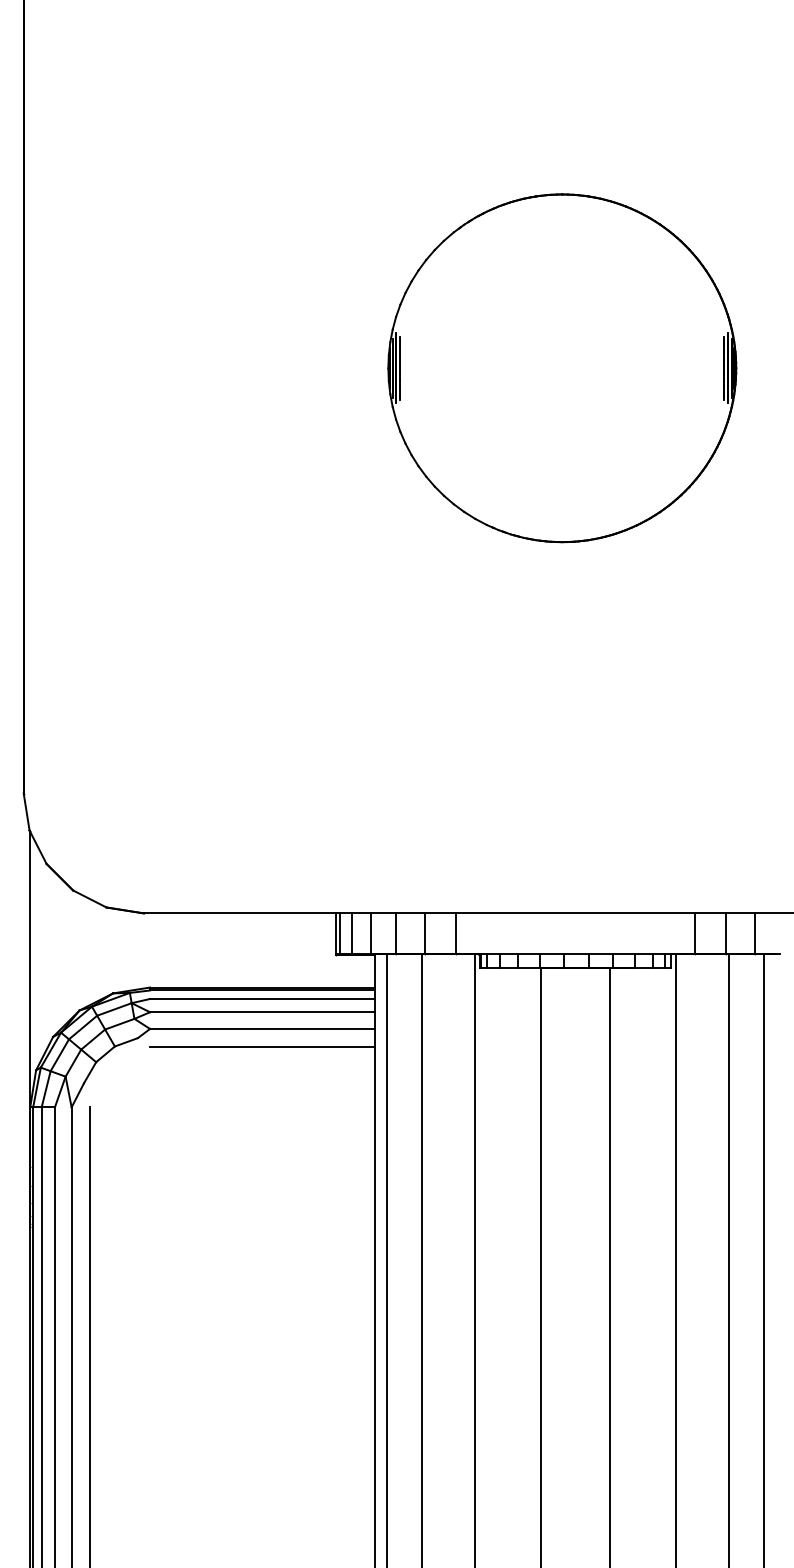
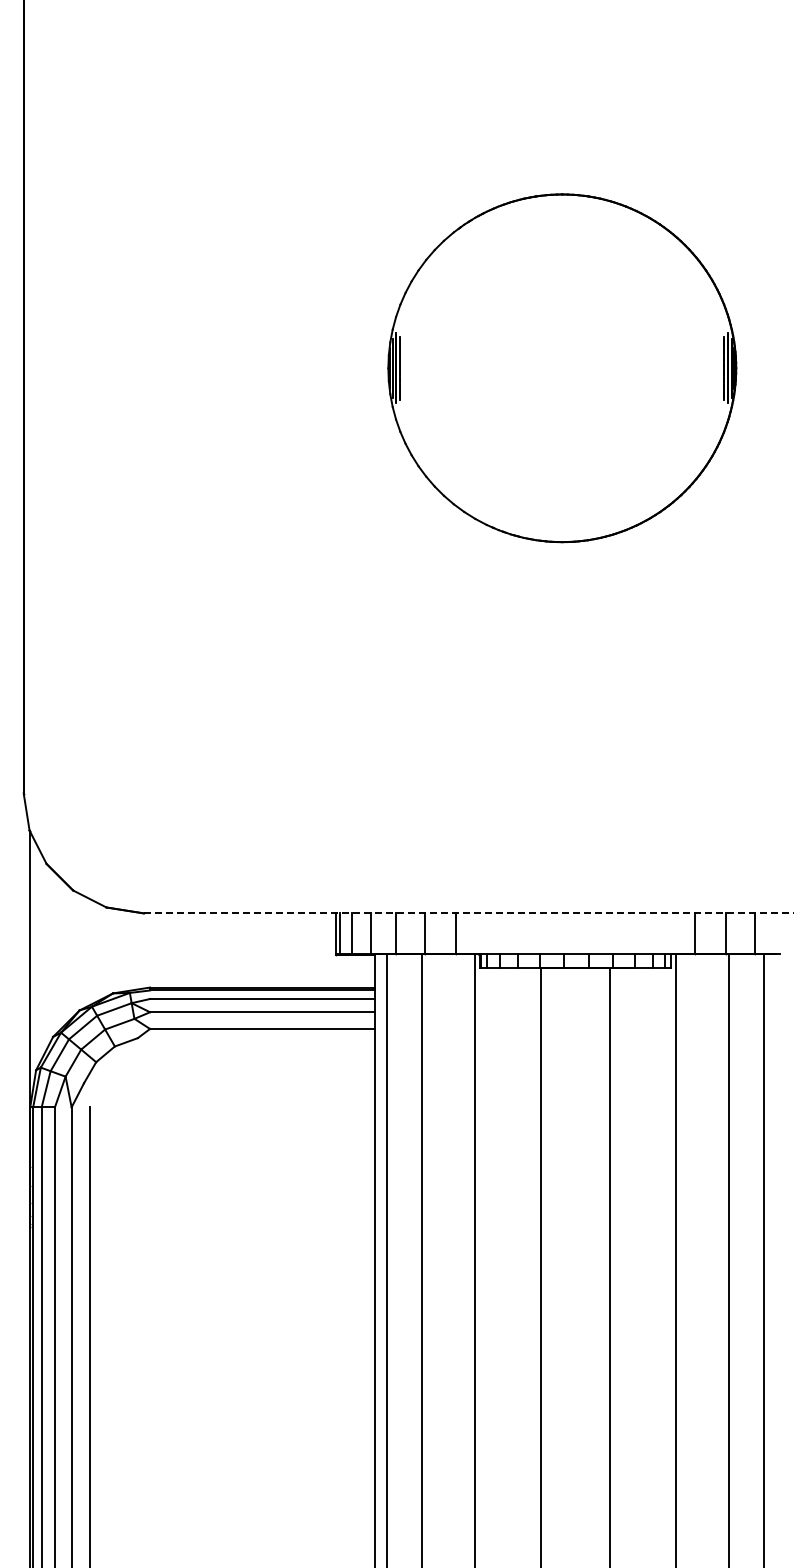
line at (468, 913): solid -> dashed
line at (262, 1047): present -> none
